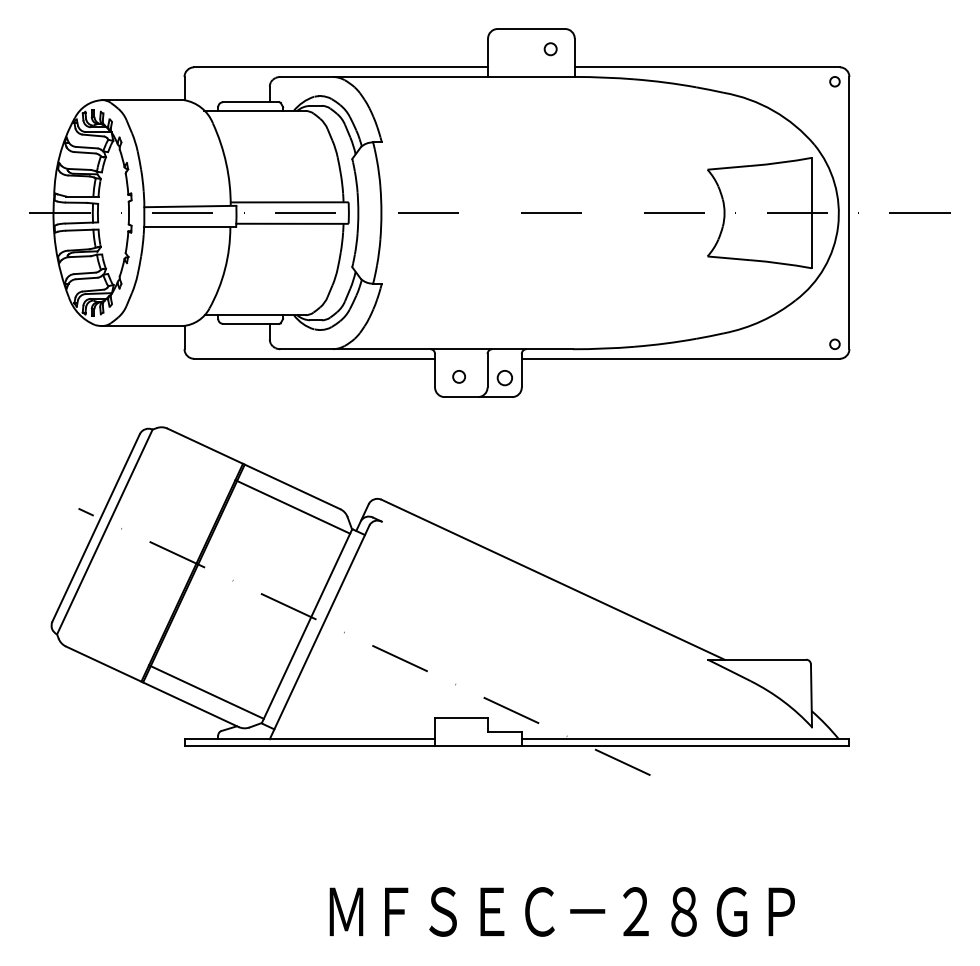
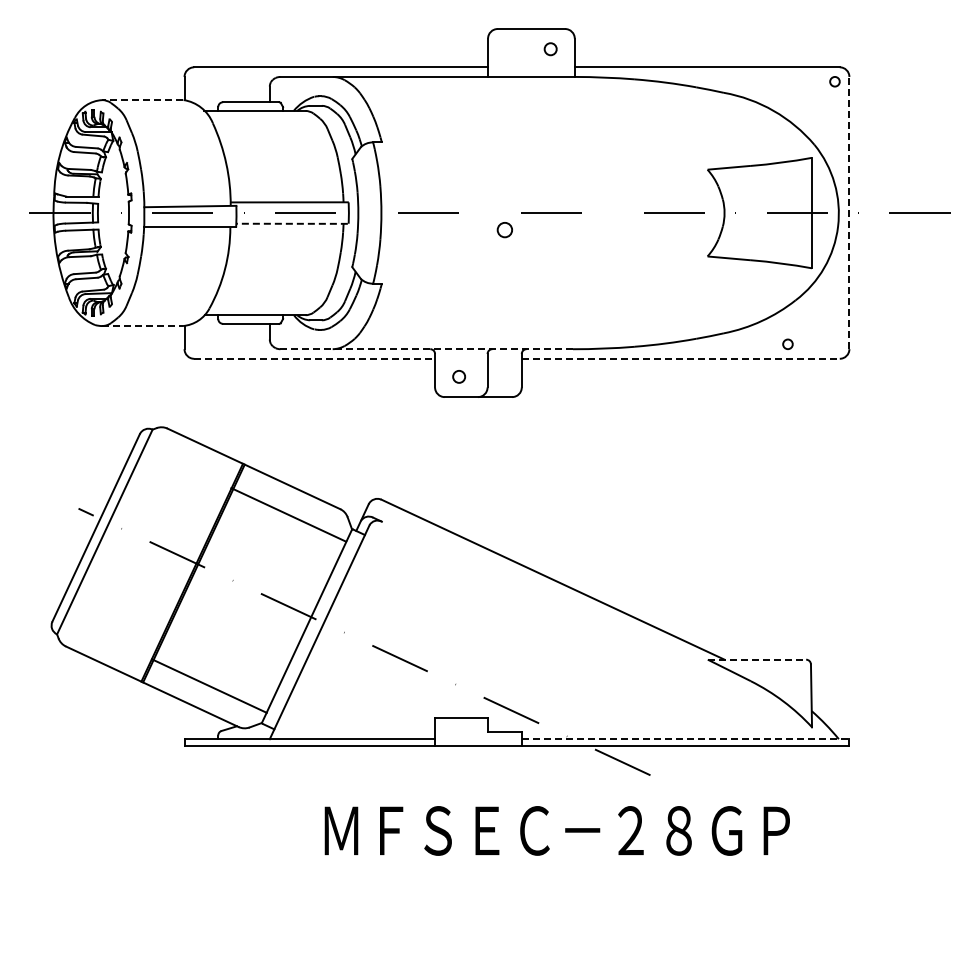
line at (141, 100): solid -> dashed
line at (849, 212): solid -> dashed
line at (292, 223): solid -> dashed
line at (142, 326): solid -> dashed
circle at (834, 343) position: (834, 343) -> (787, 343)
line at (426, 349): solid -> dashed
line at (315, 358): solid -> dashed
line at (680, 358): solid -> dashed
circle at (504, 378) position: (504, 378) -> (504, 230)
line at (292, 506) position: (292, 506) -> (288, 514)
line at (757, 659): solid -> dashed
line at (206, 691) position: (206, 691) -> (209, 685)
line at (685, 739): solid -> dashed
text at (561, 911) position: (561, 911) -> (556, 830)
